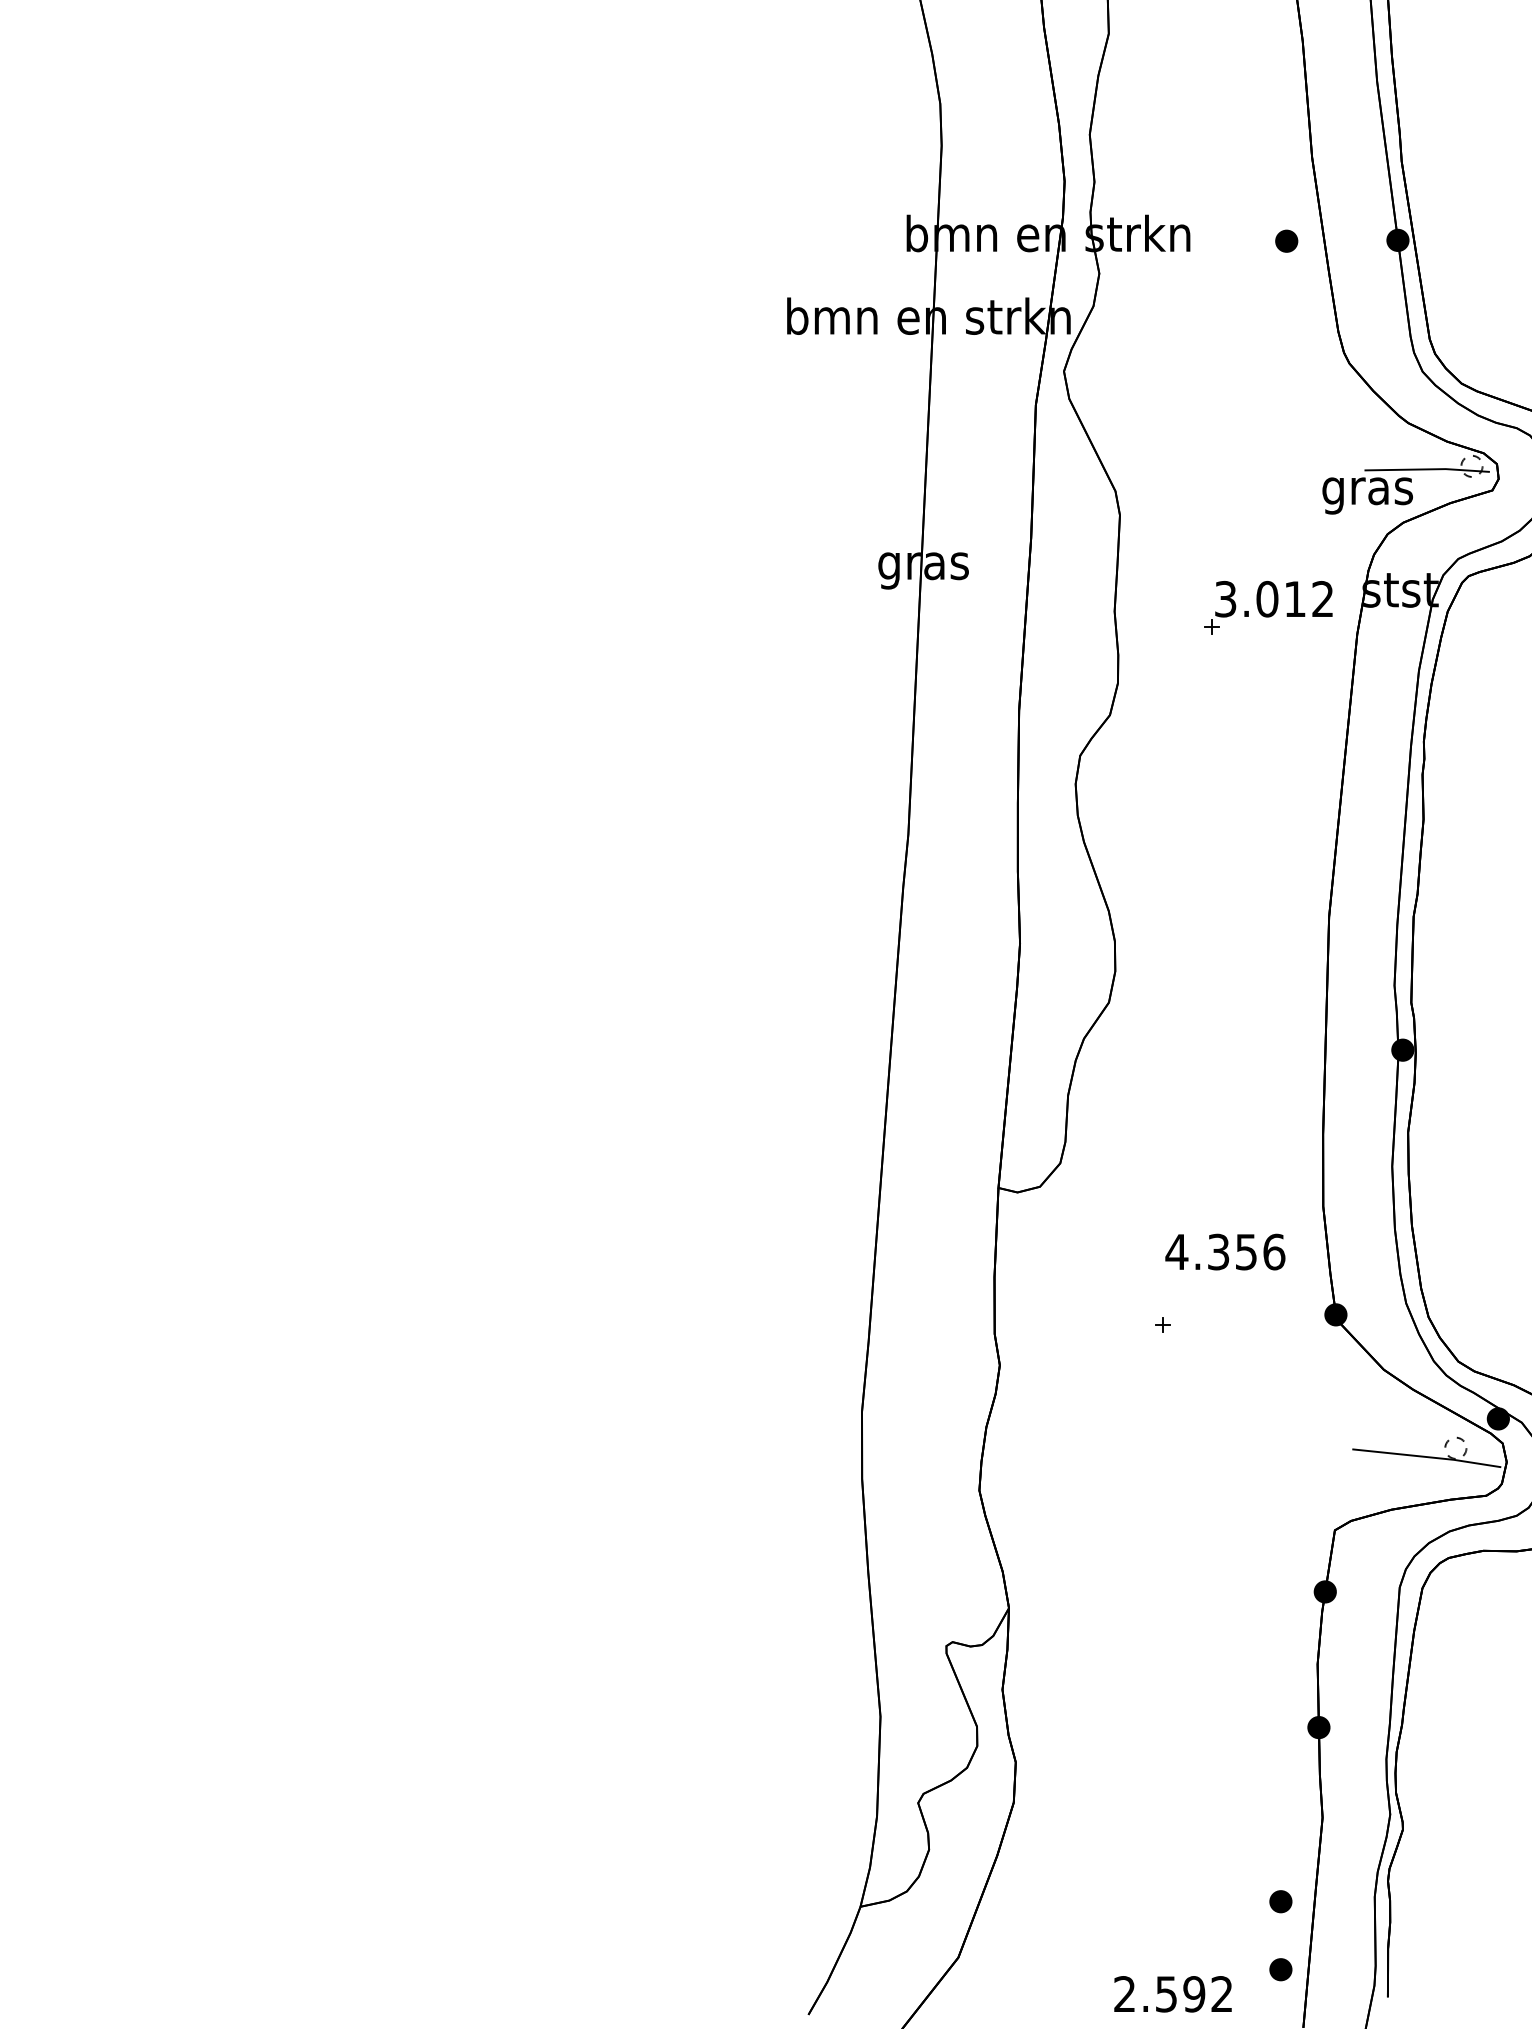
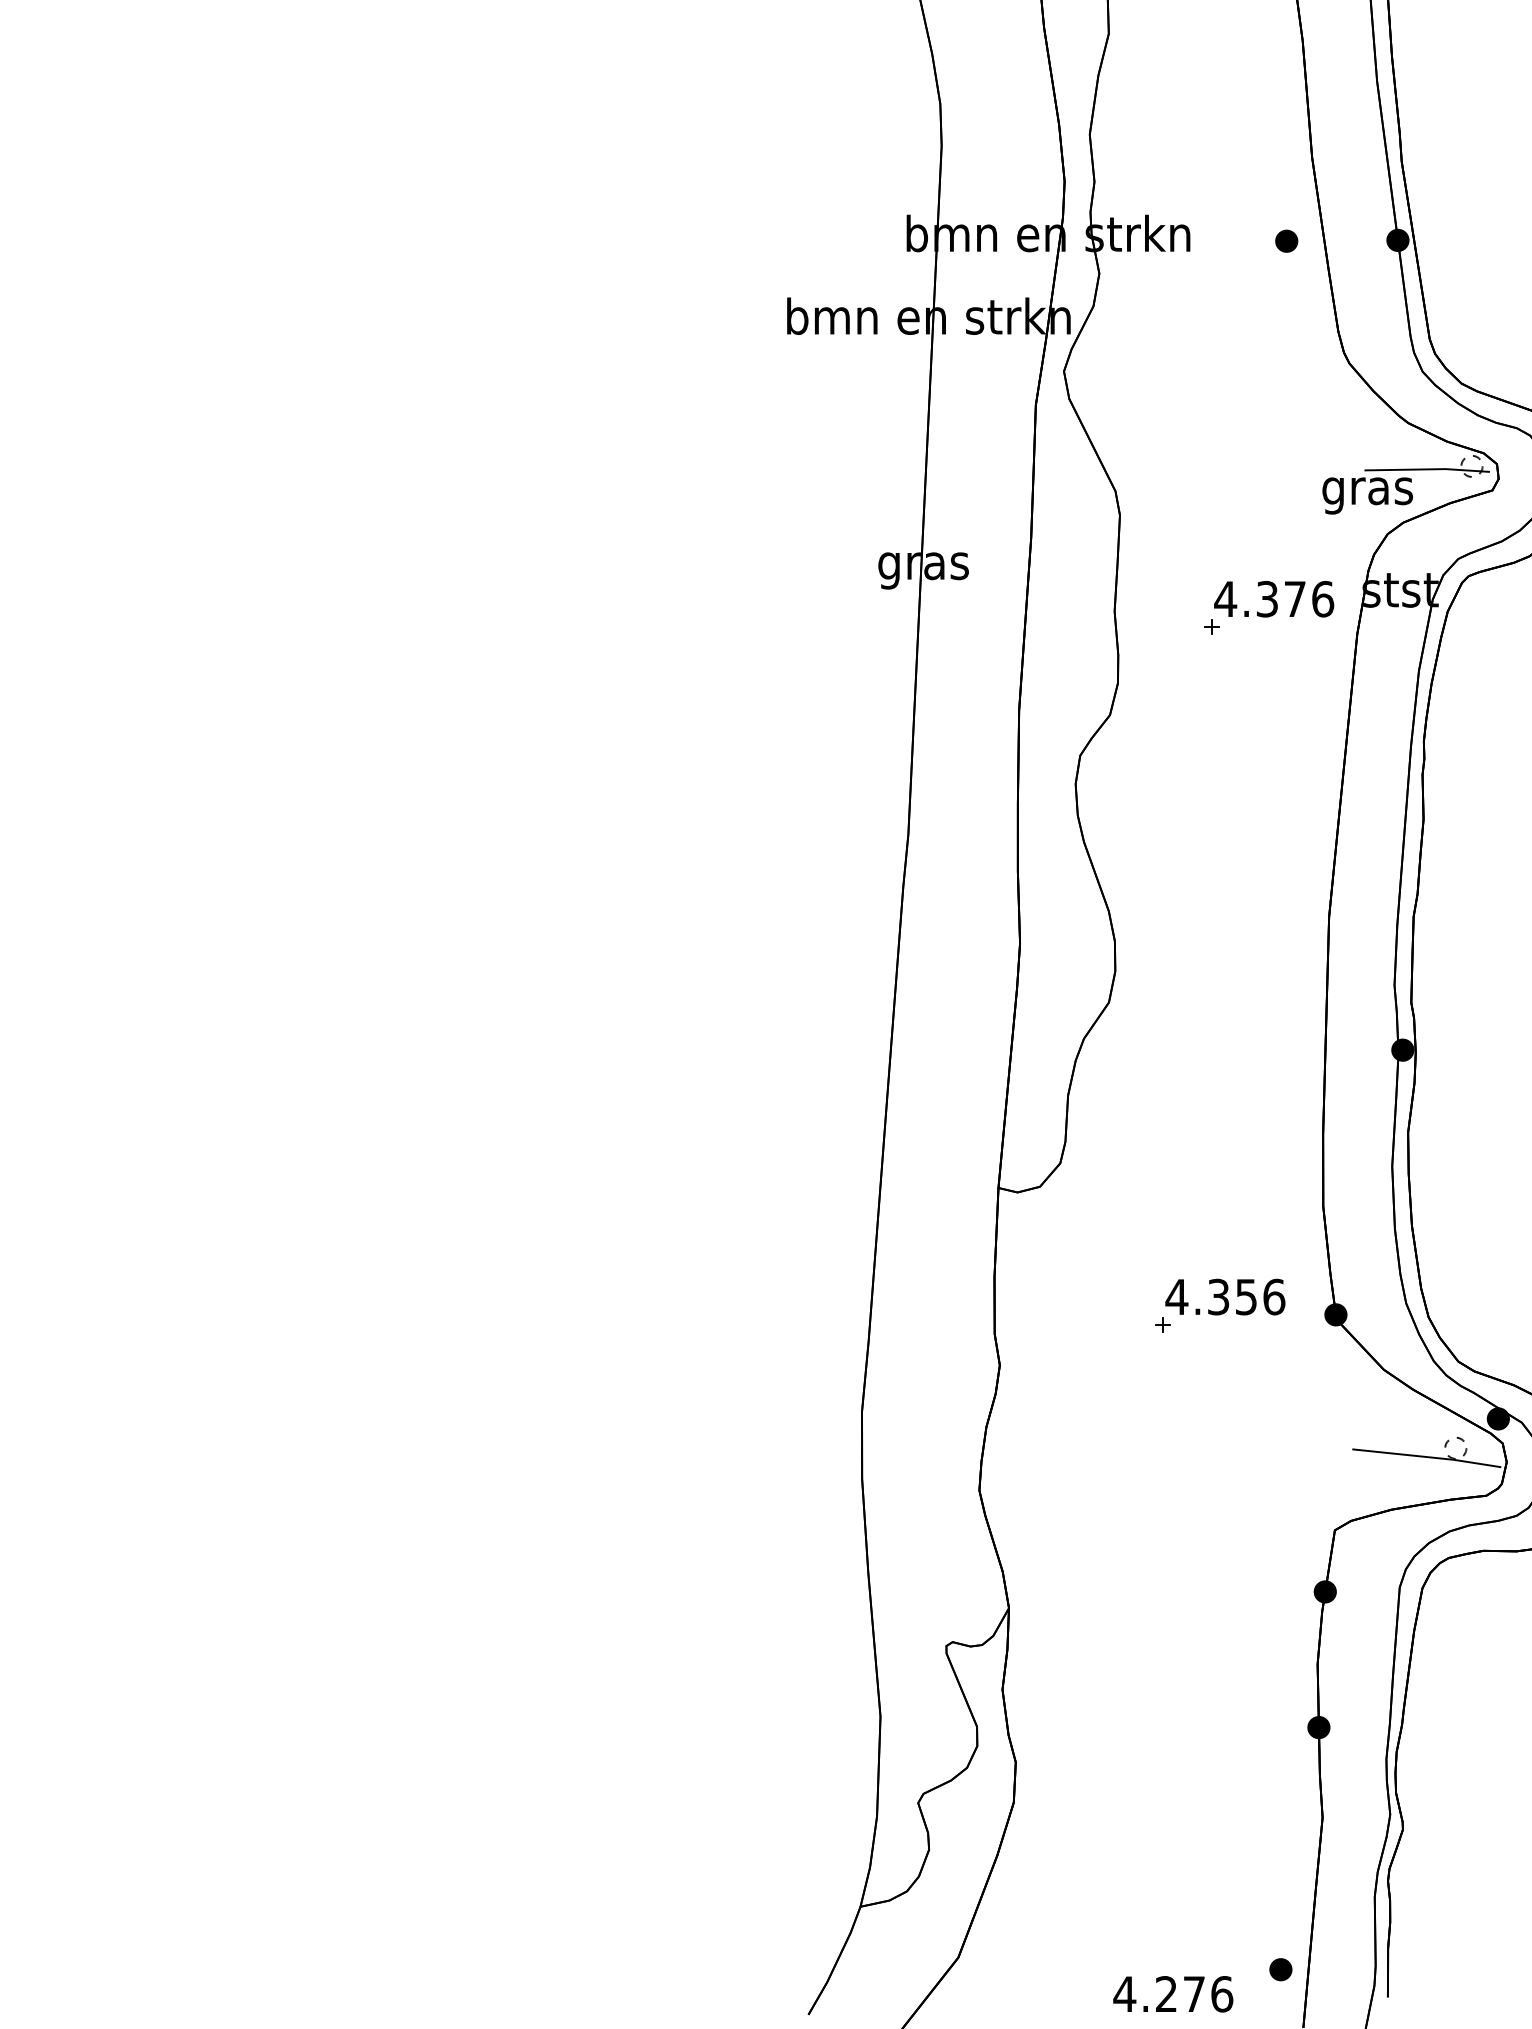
text at (1274, 598): 3.012 -> 4.376
text at (1225, 1251) position: (1225, 1251) -> (1225, 1296)
part at (1280, 1901): present -> none
text at (1173, 1994): 2.592 -> 4.276
